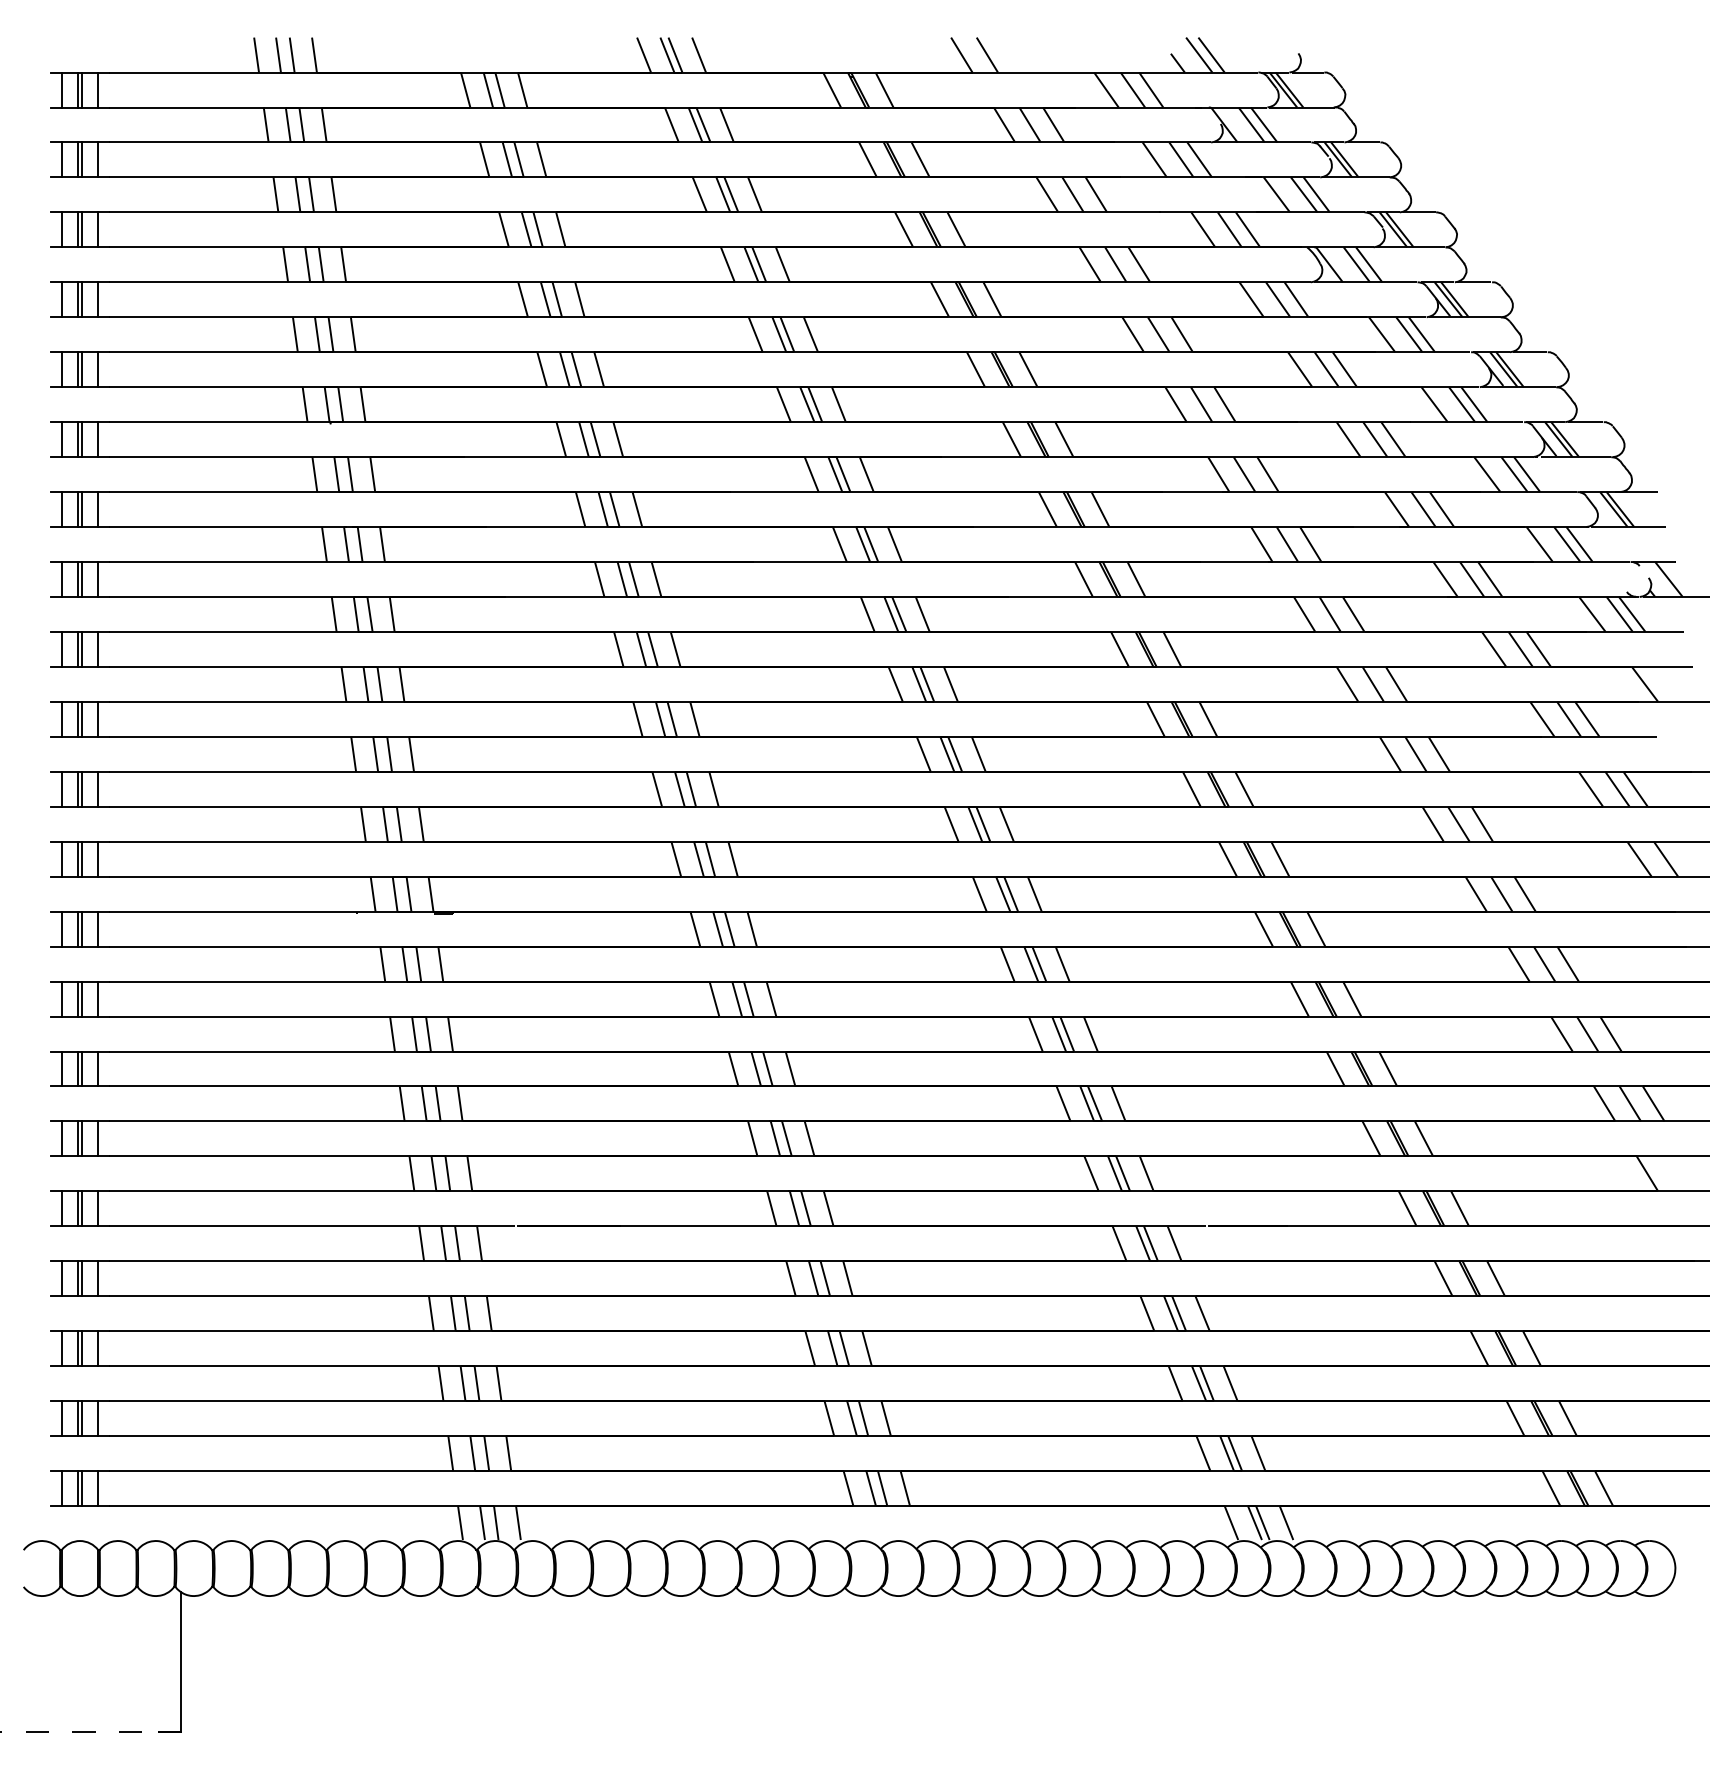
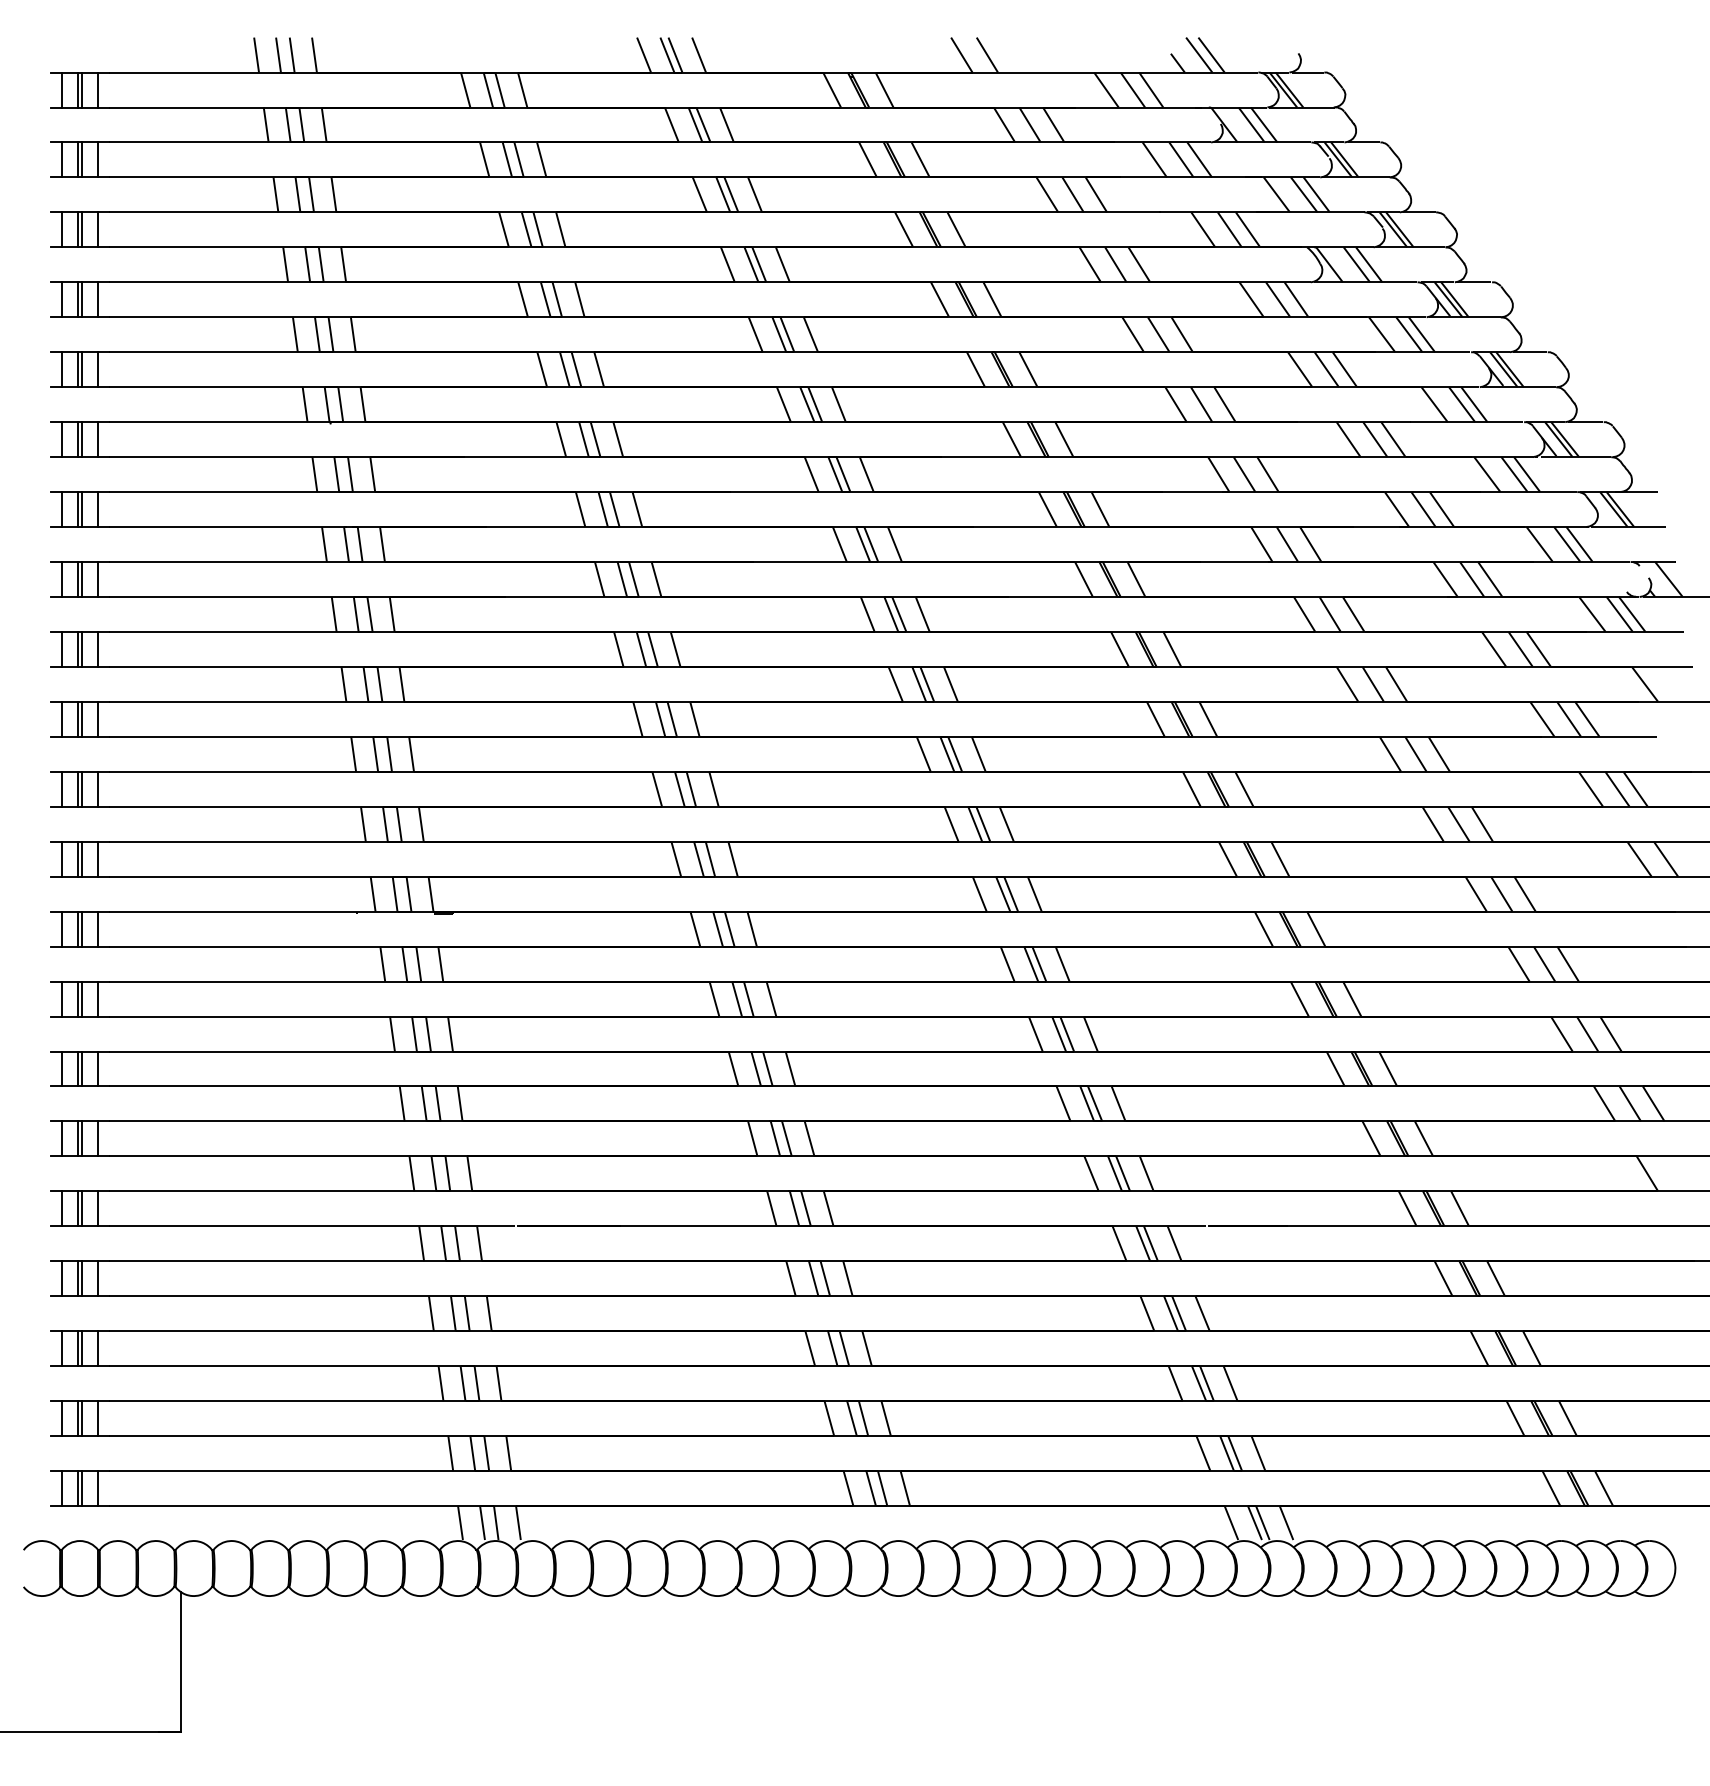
line at (90, 1732): dashed -> solid
